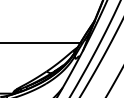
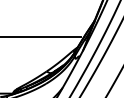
line at (41, 42) position: (41, 42) -> (41, 36)
